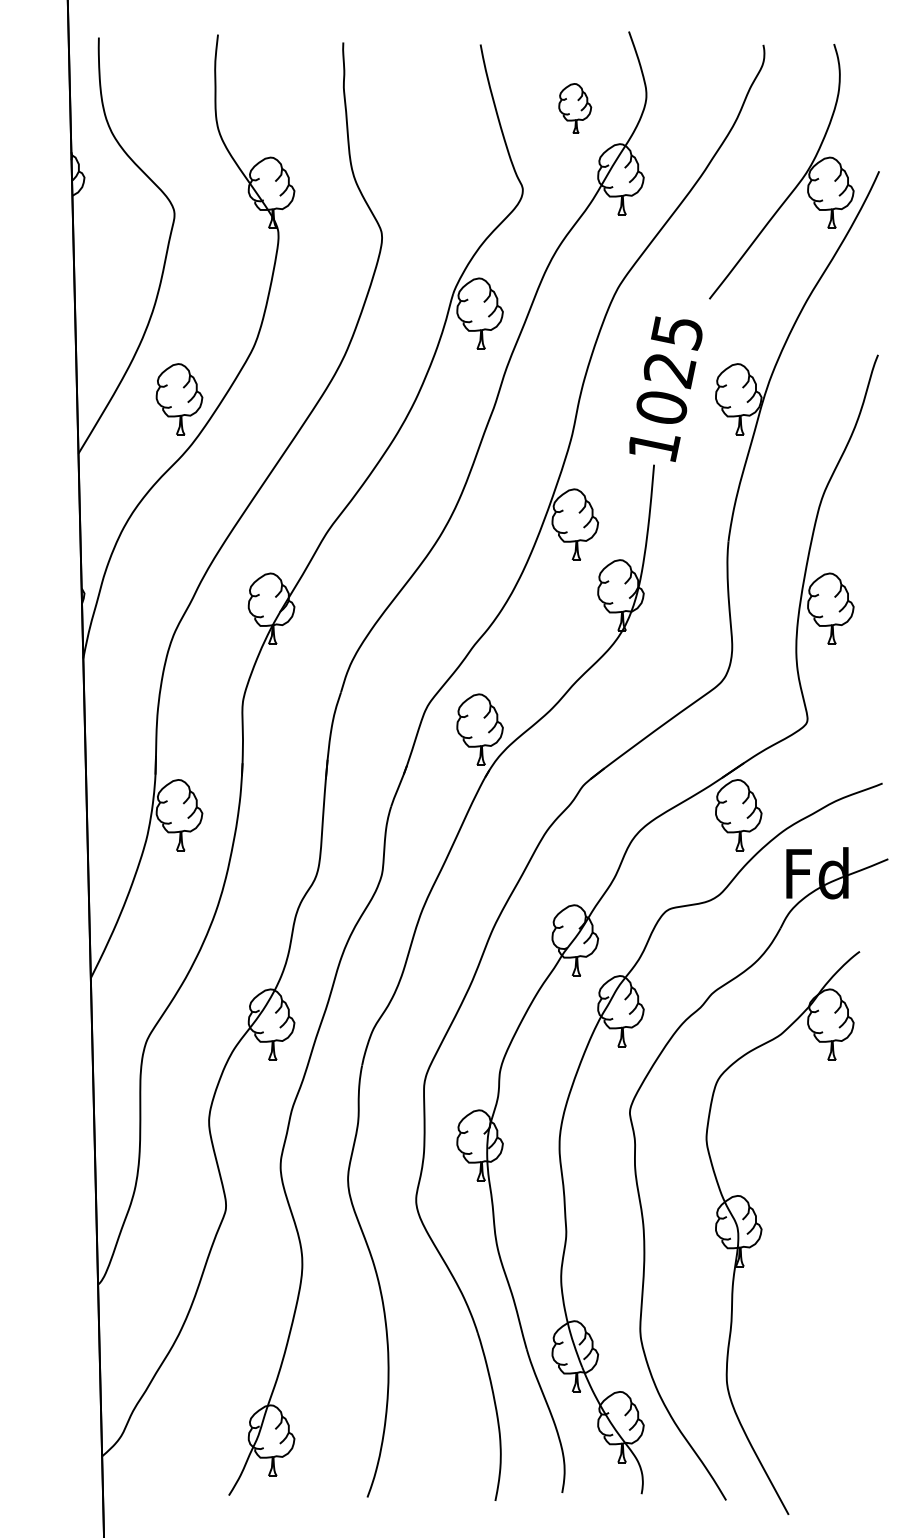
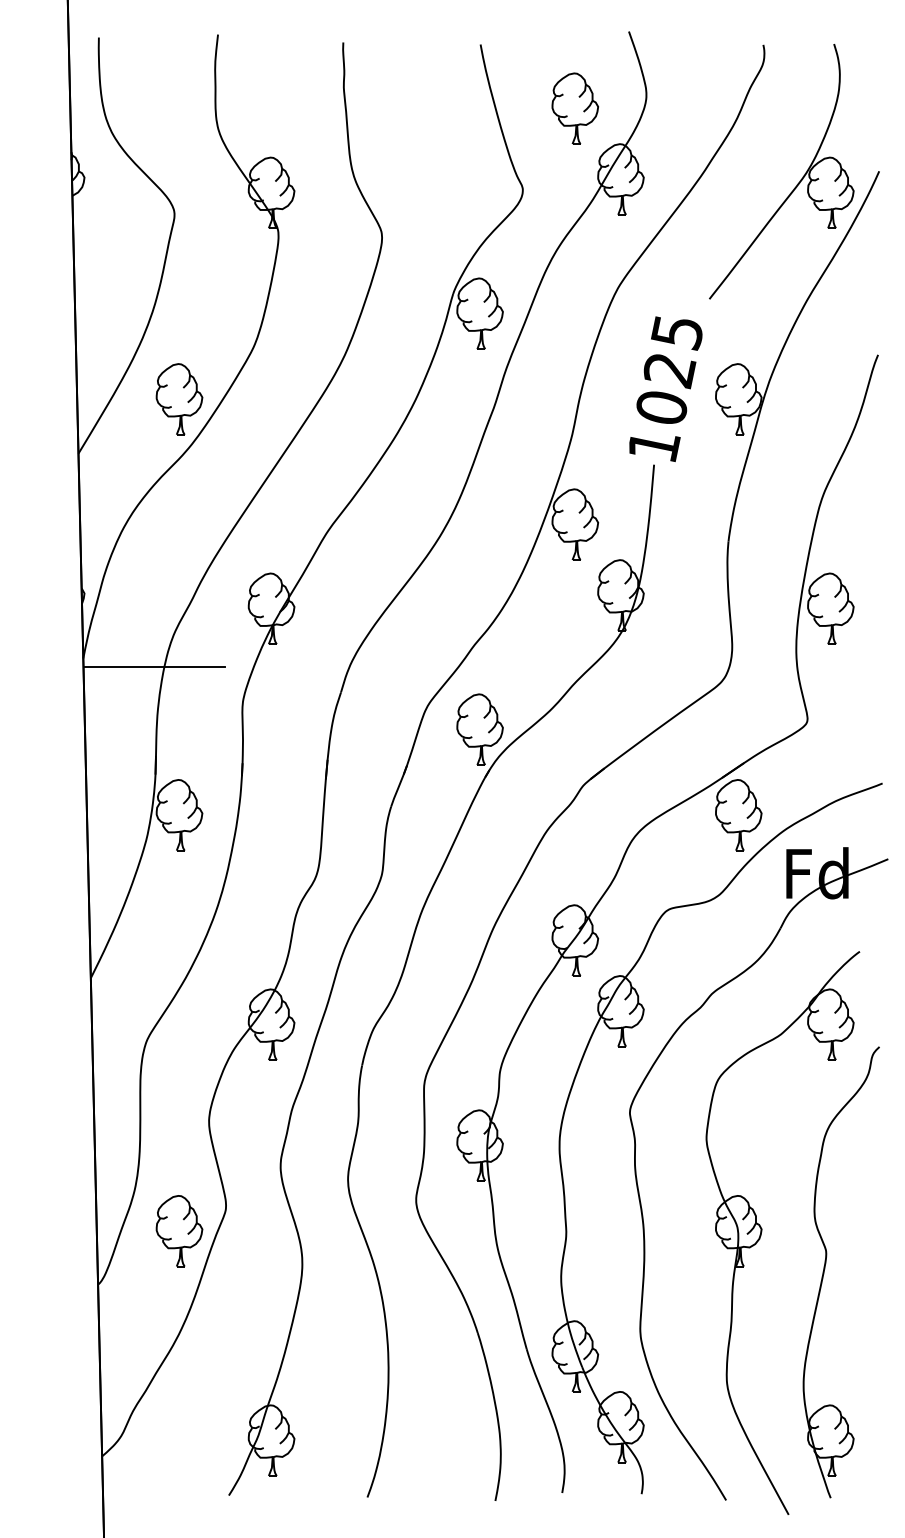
part at (575, 108) size: 35x51 px -> 48x73 px
line at (153, 666): none -> present
part at (179, 1231): none -> present
part at (825, 1269): none -> present
